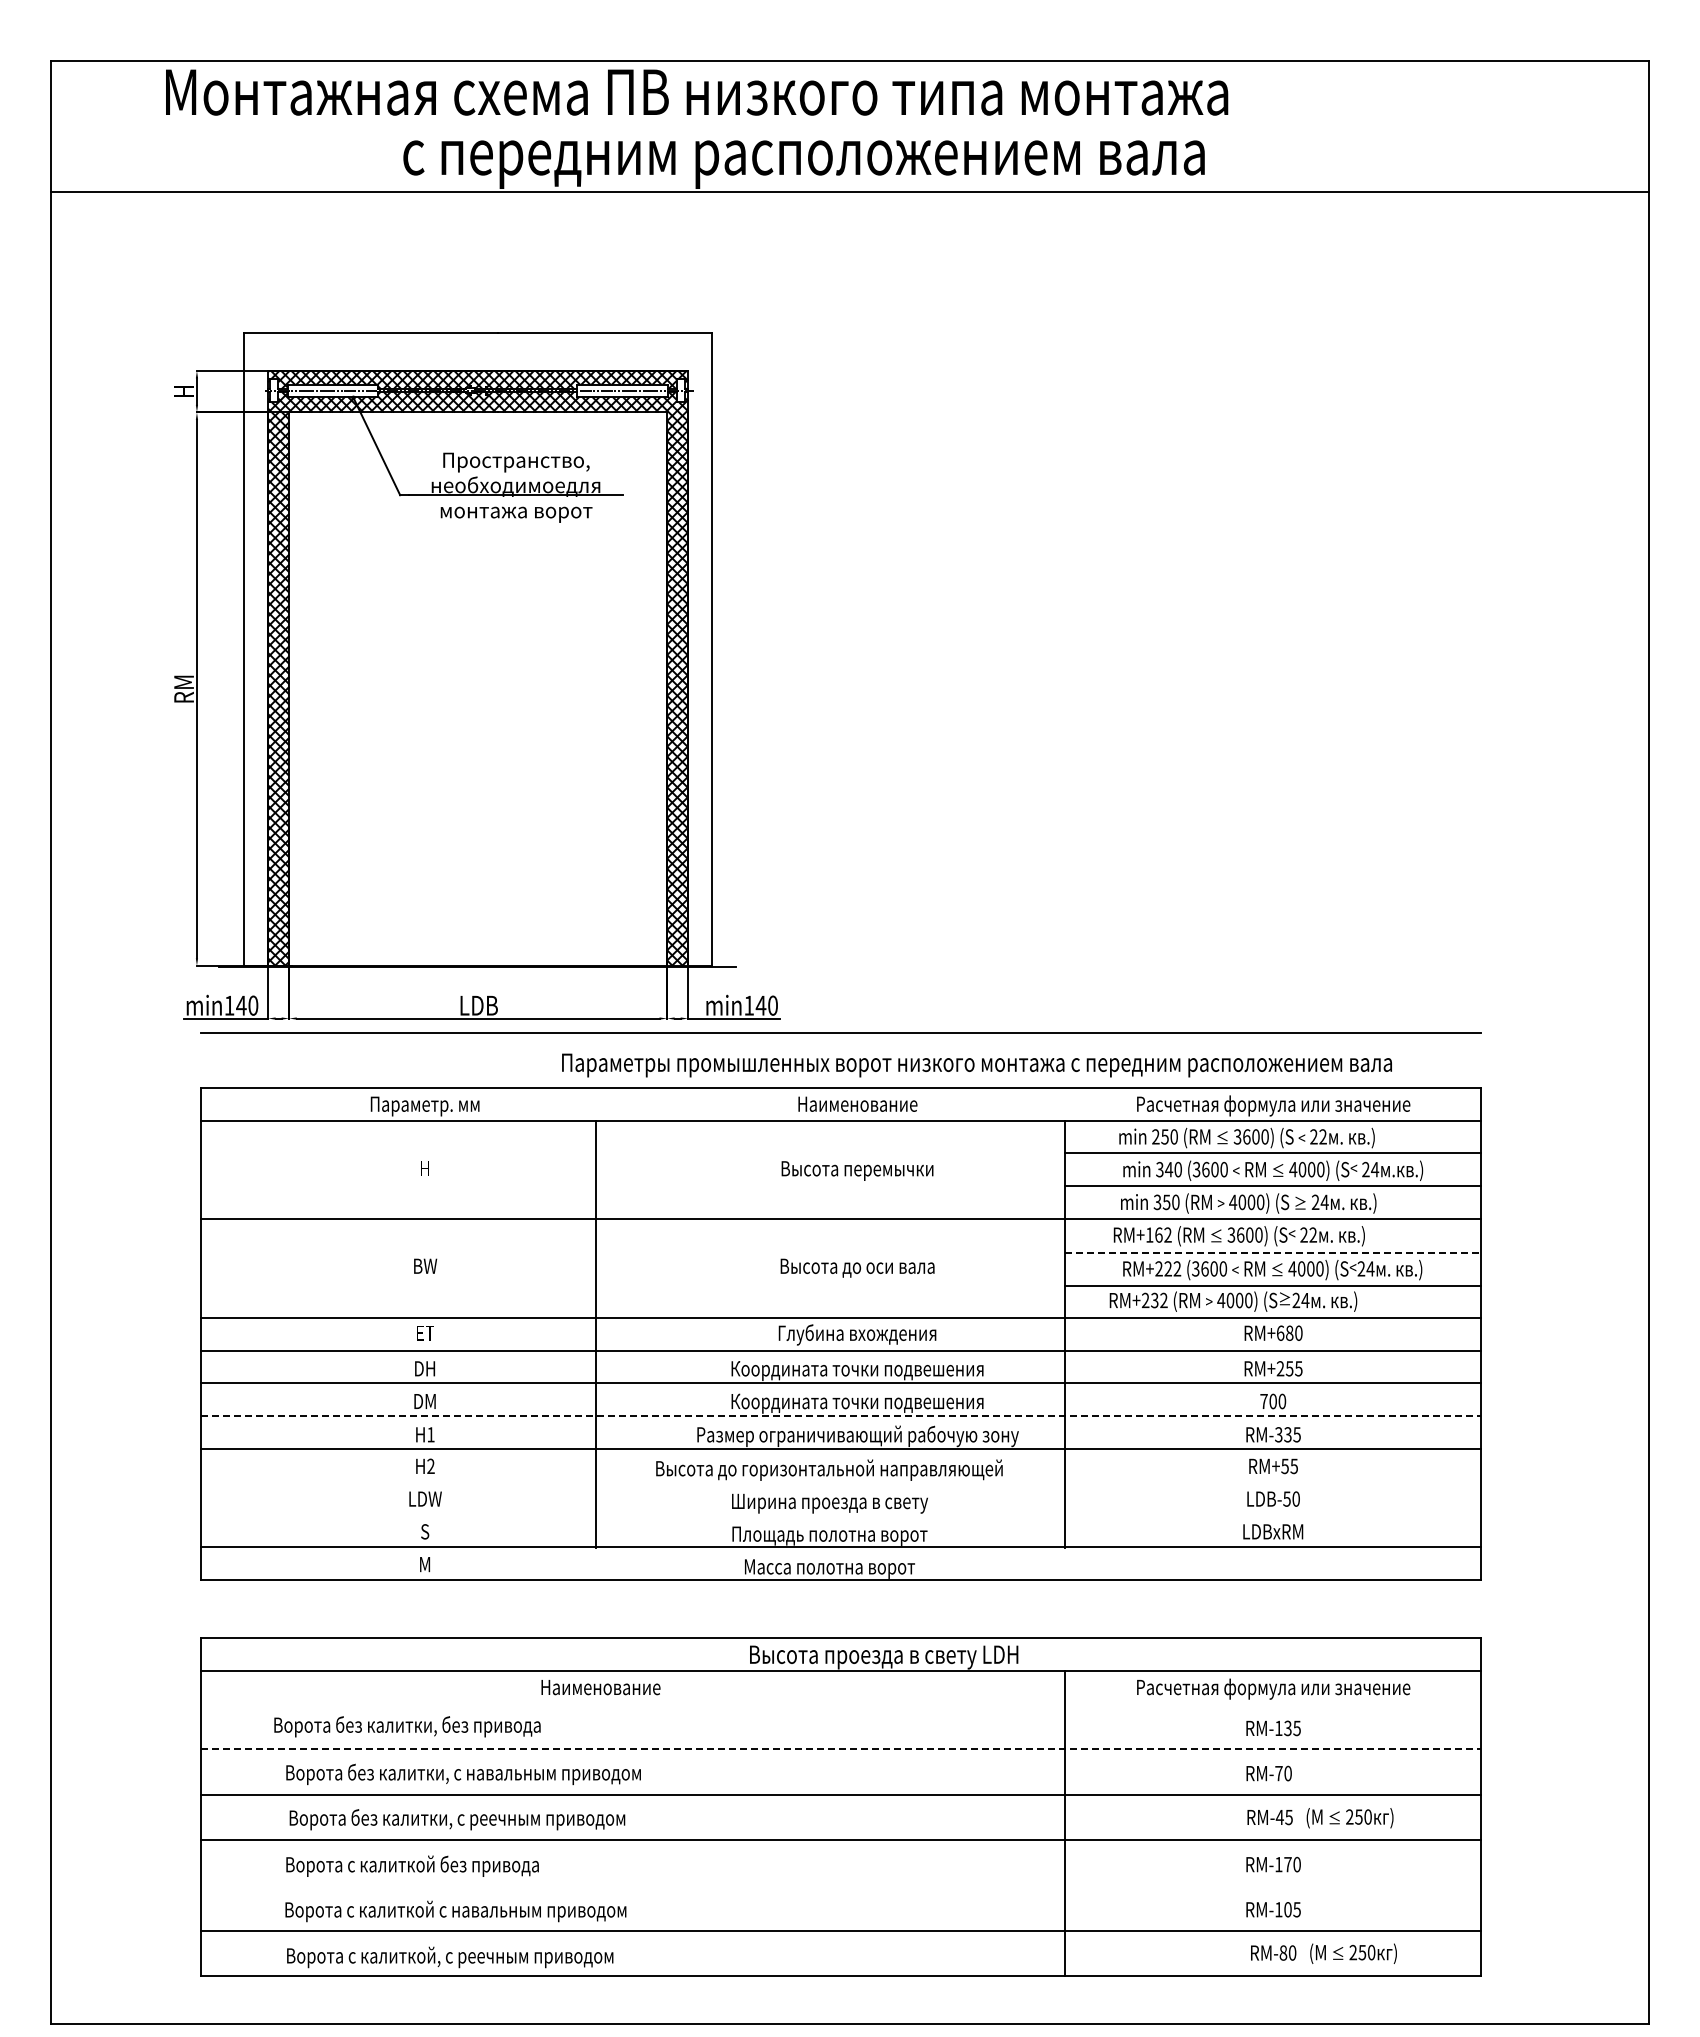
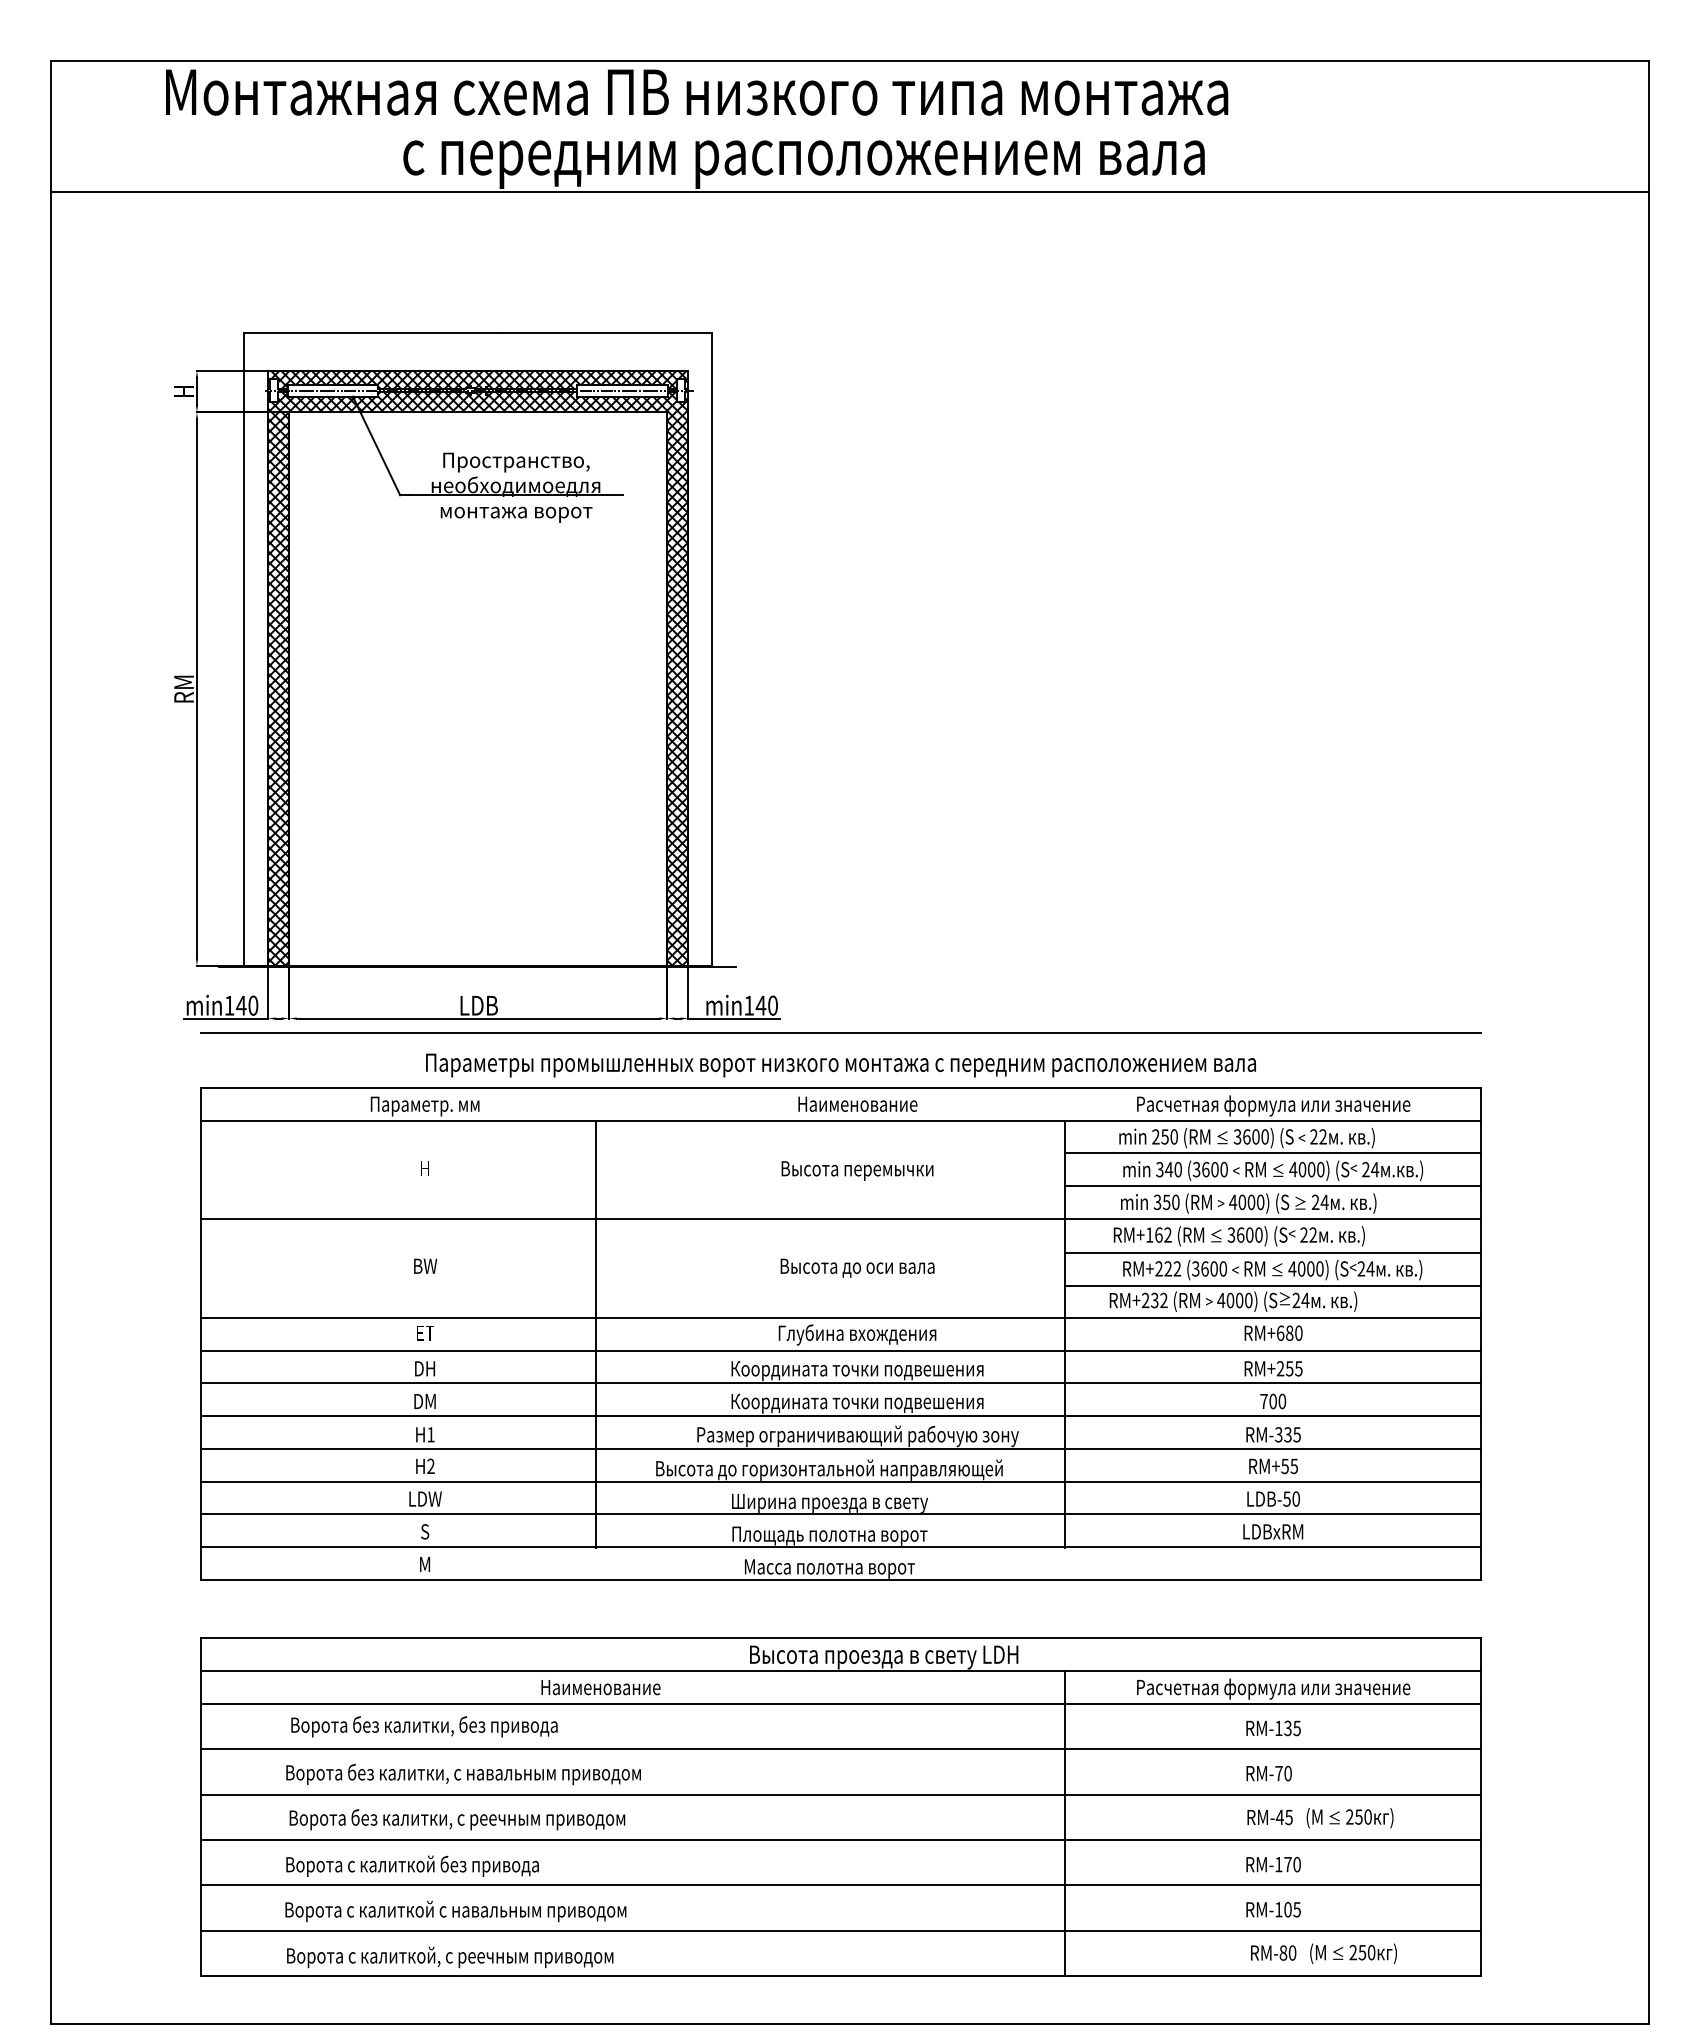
text at (976, 1065) position: (976, 1065) -> (840, 1065)
line at (1273, 1252): dashed -> solid
line at (841, 1416): dashed -> solid
line at (840, 1481): none -> present
line at (840, 1514): none -> present
line at (840, 1703): none -> present
text at (407, 1726) position: (407, 1726) -> (424, 1726)
line at (841, 1749): dashed -> solid
line at (840, 1885): none -> present
